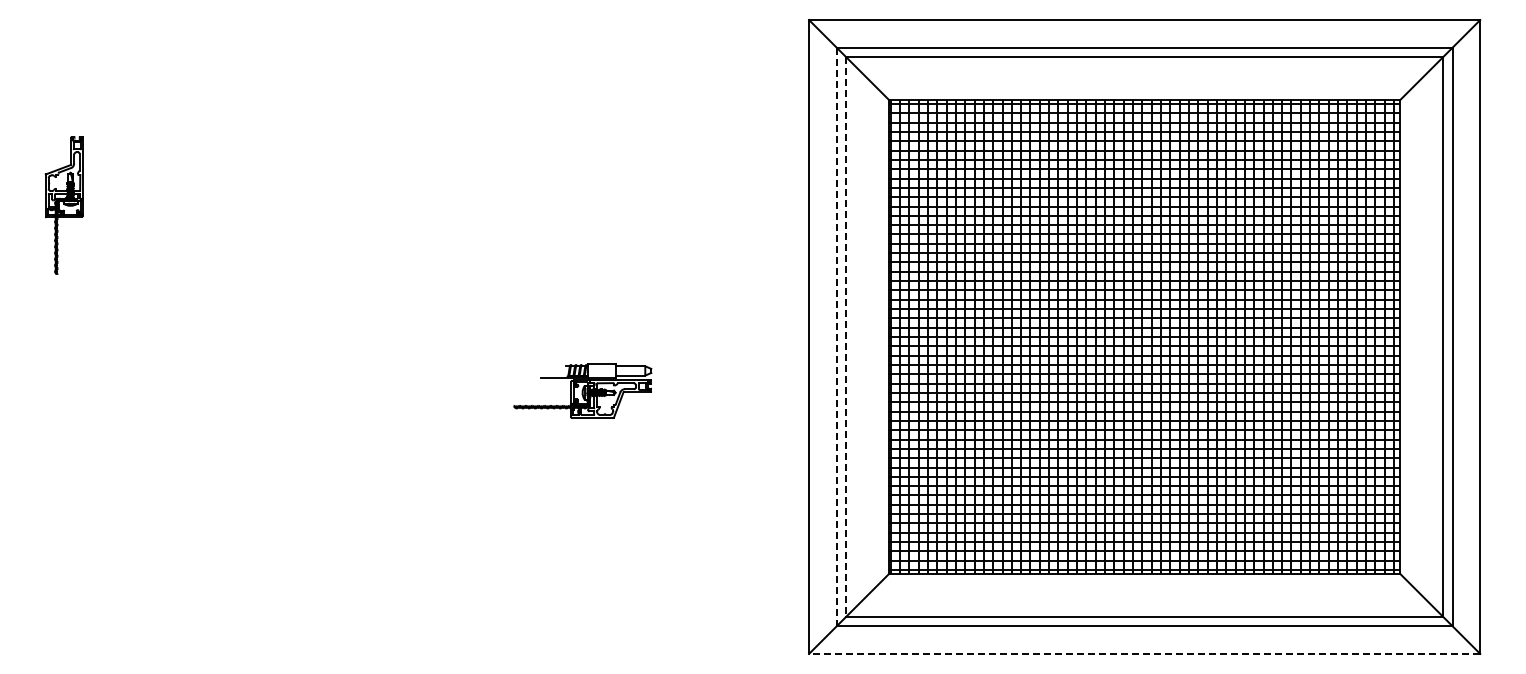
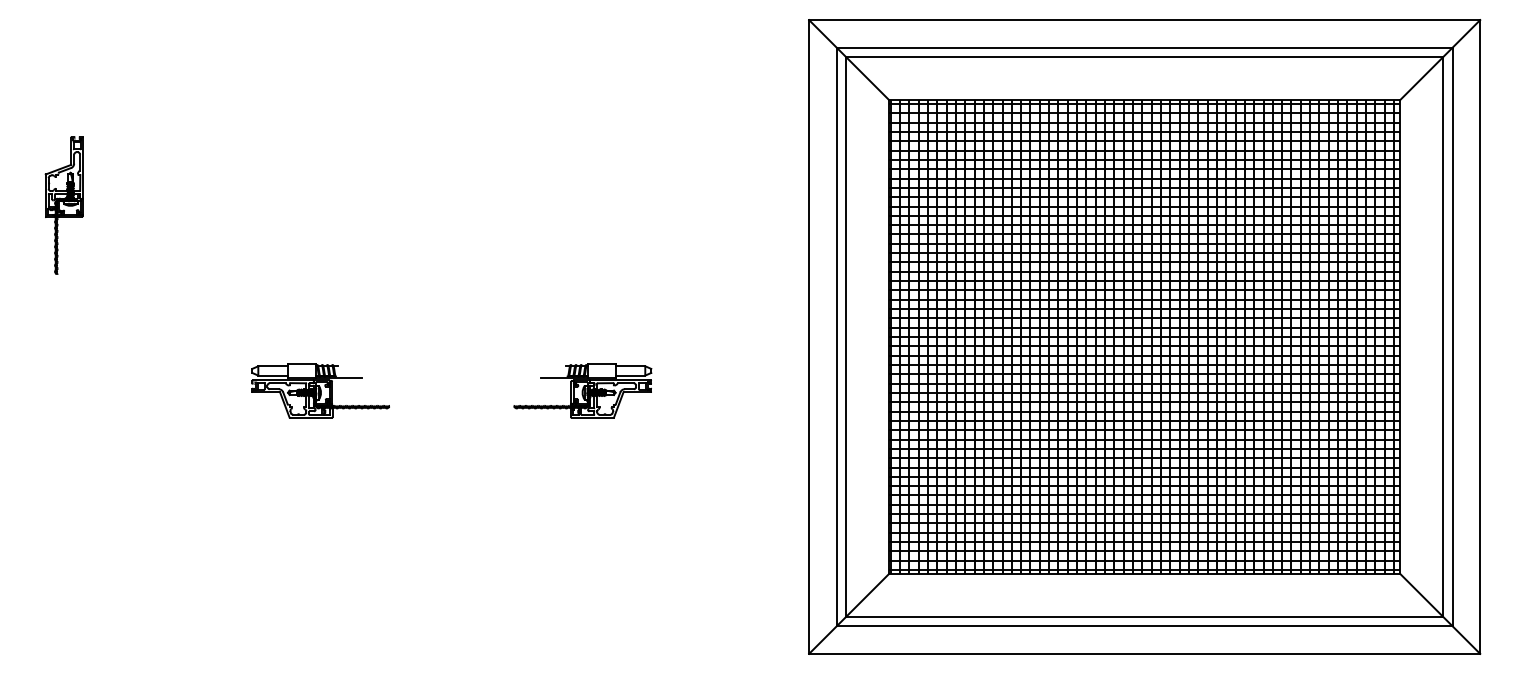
line at (846, 336): dashed -> solid
line at (836, 337): dashed -> solid
part at (320, 390): none -> present
line at (1144, 653): dashed -> solid
